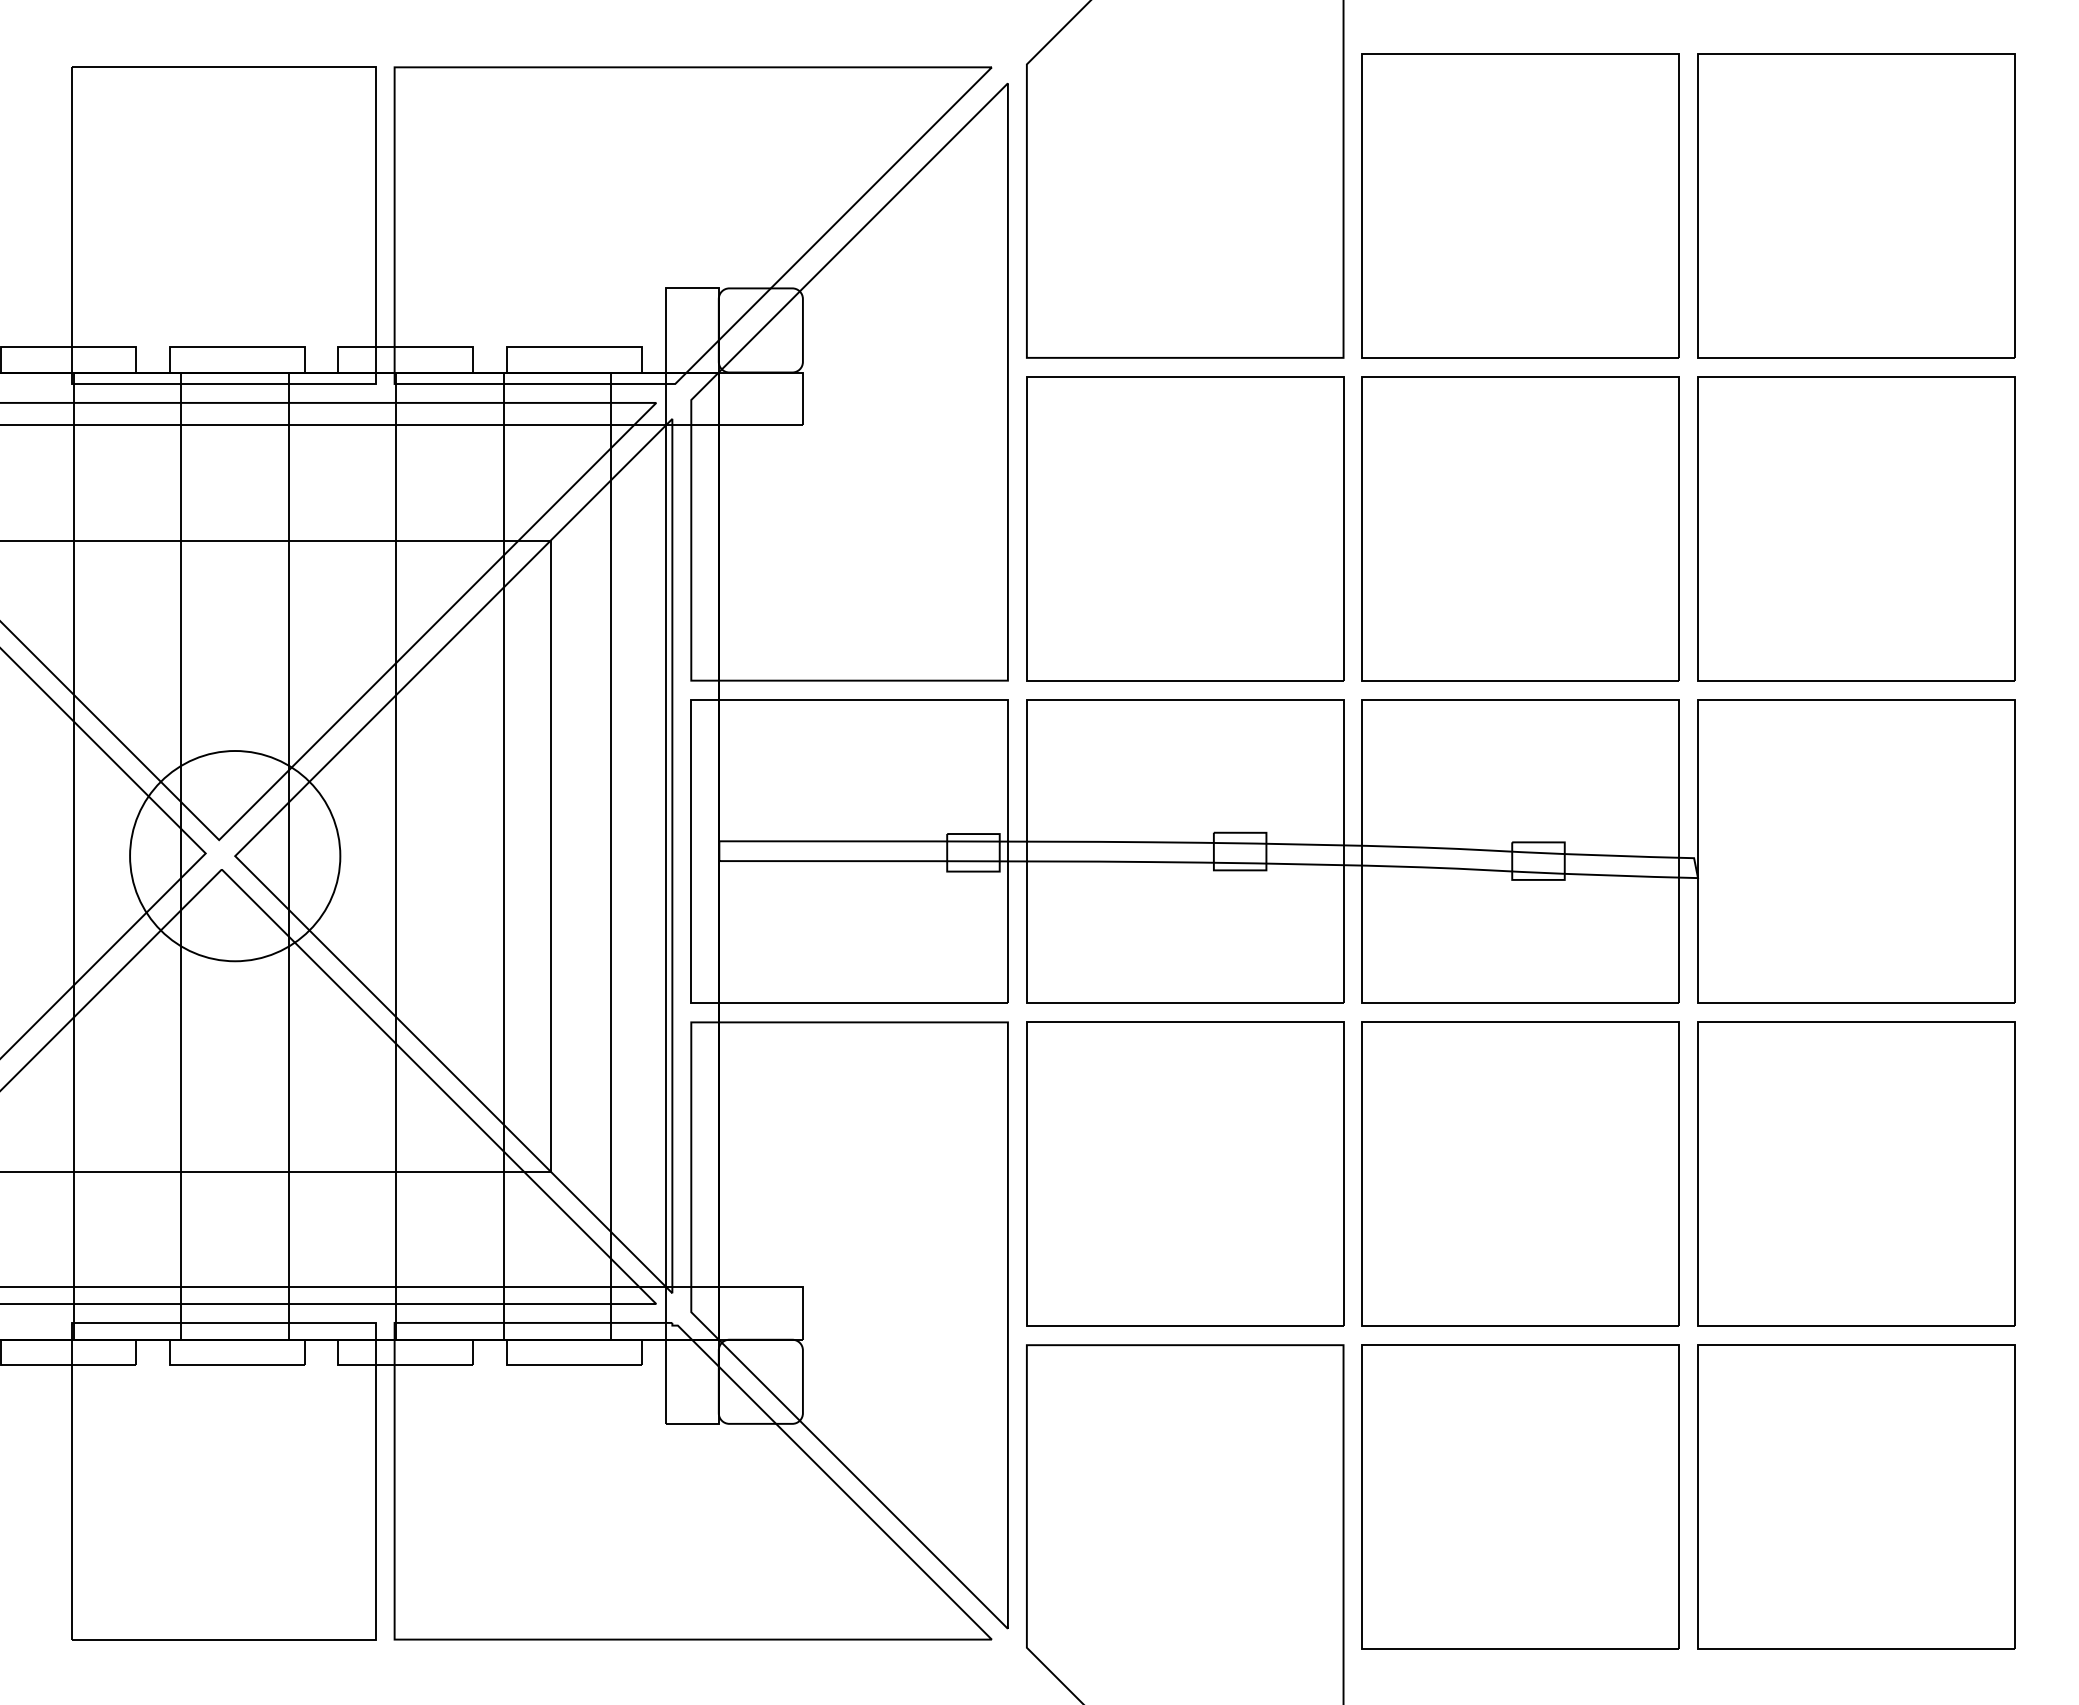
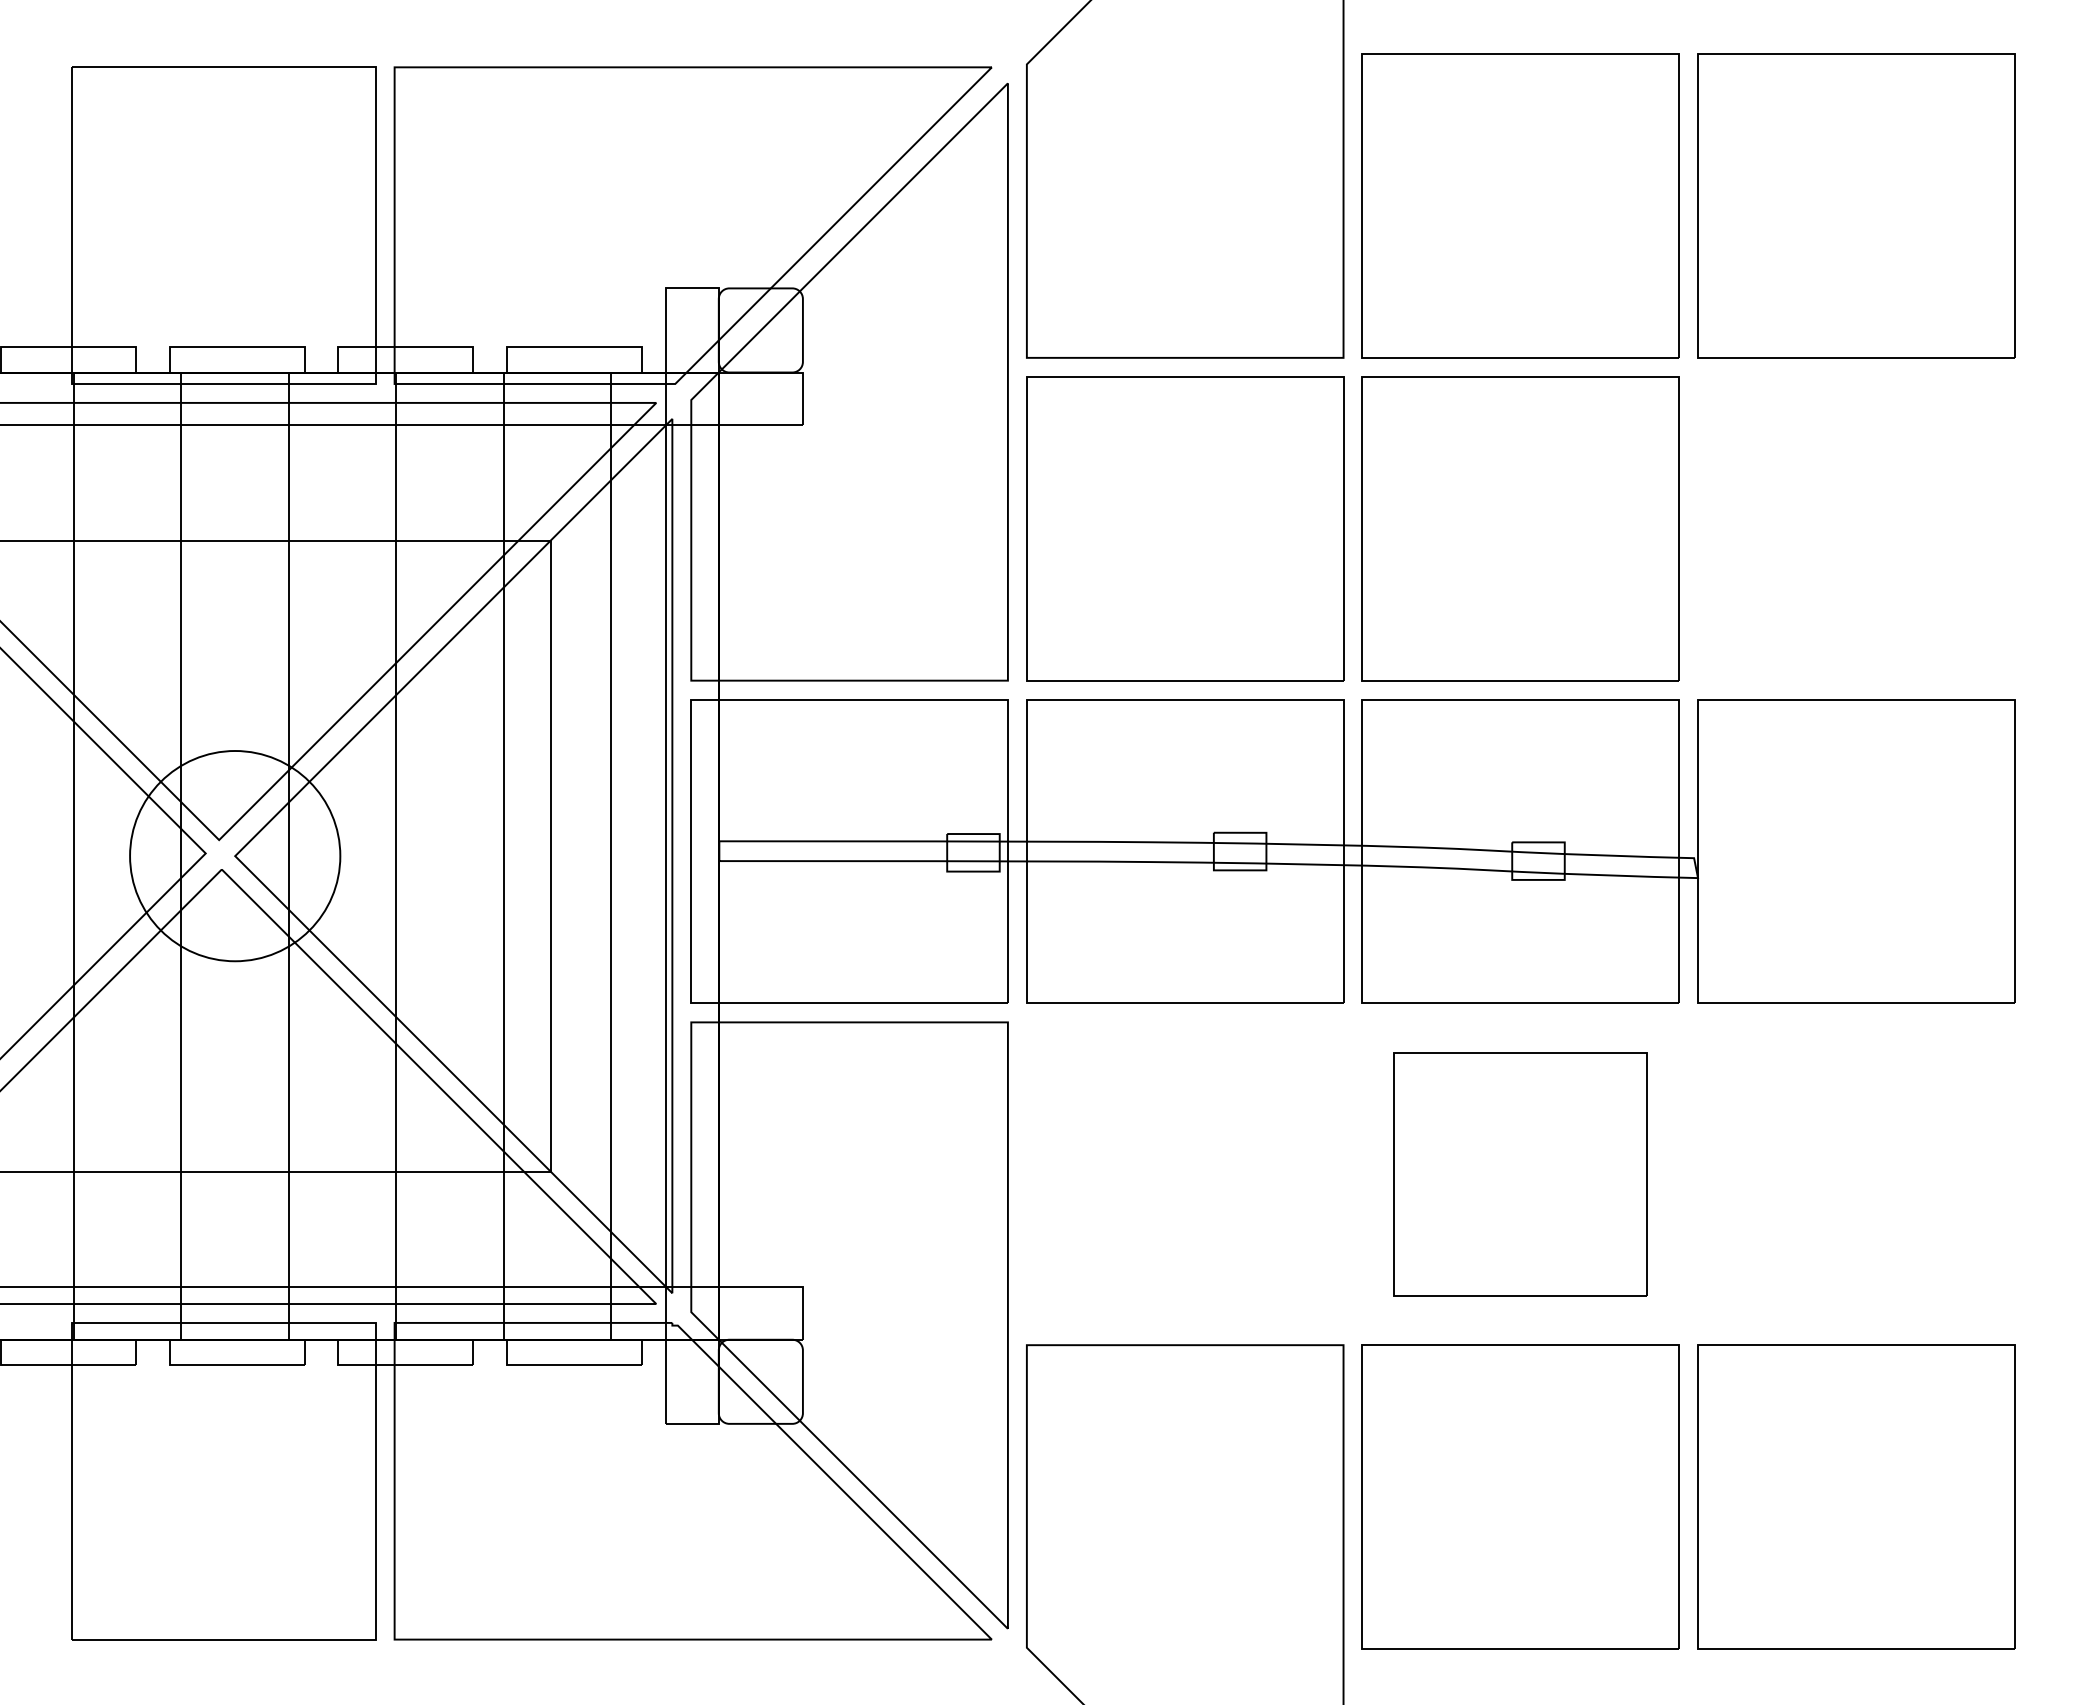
part at (1856, 528): present -> none
part at (1185, 1173): present -> none
part at (1520, 1173) size: 319x306 px -> 255x245 px
part at (1856, 1173): present -> none
